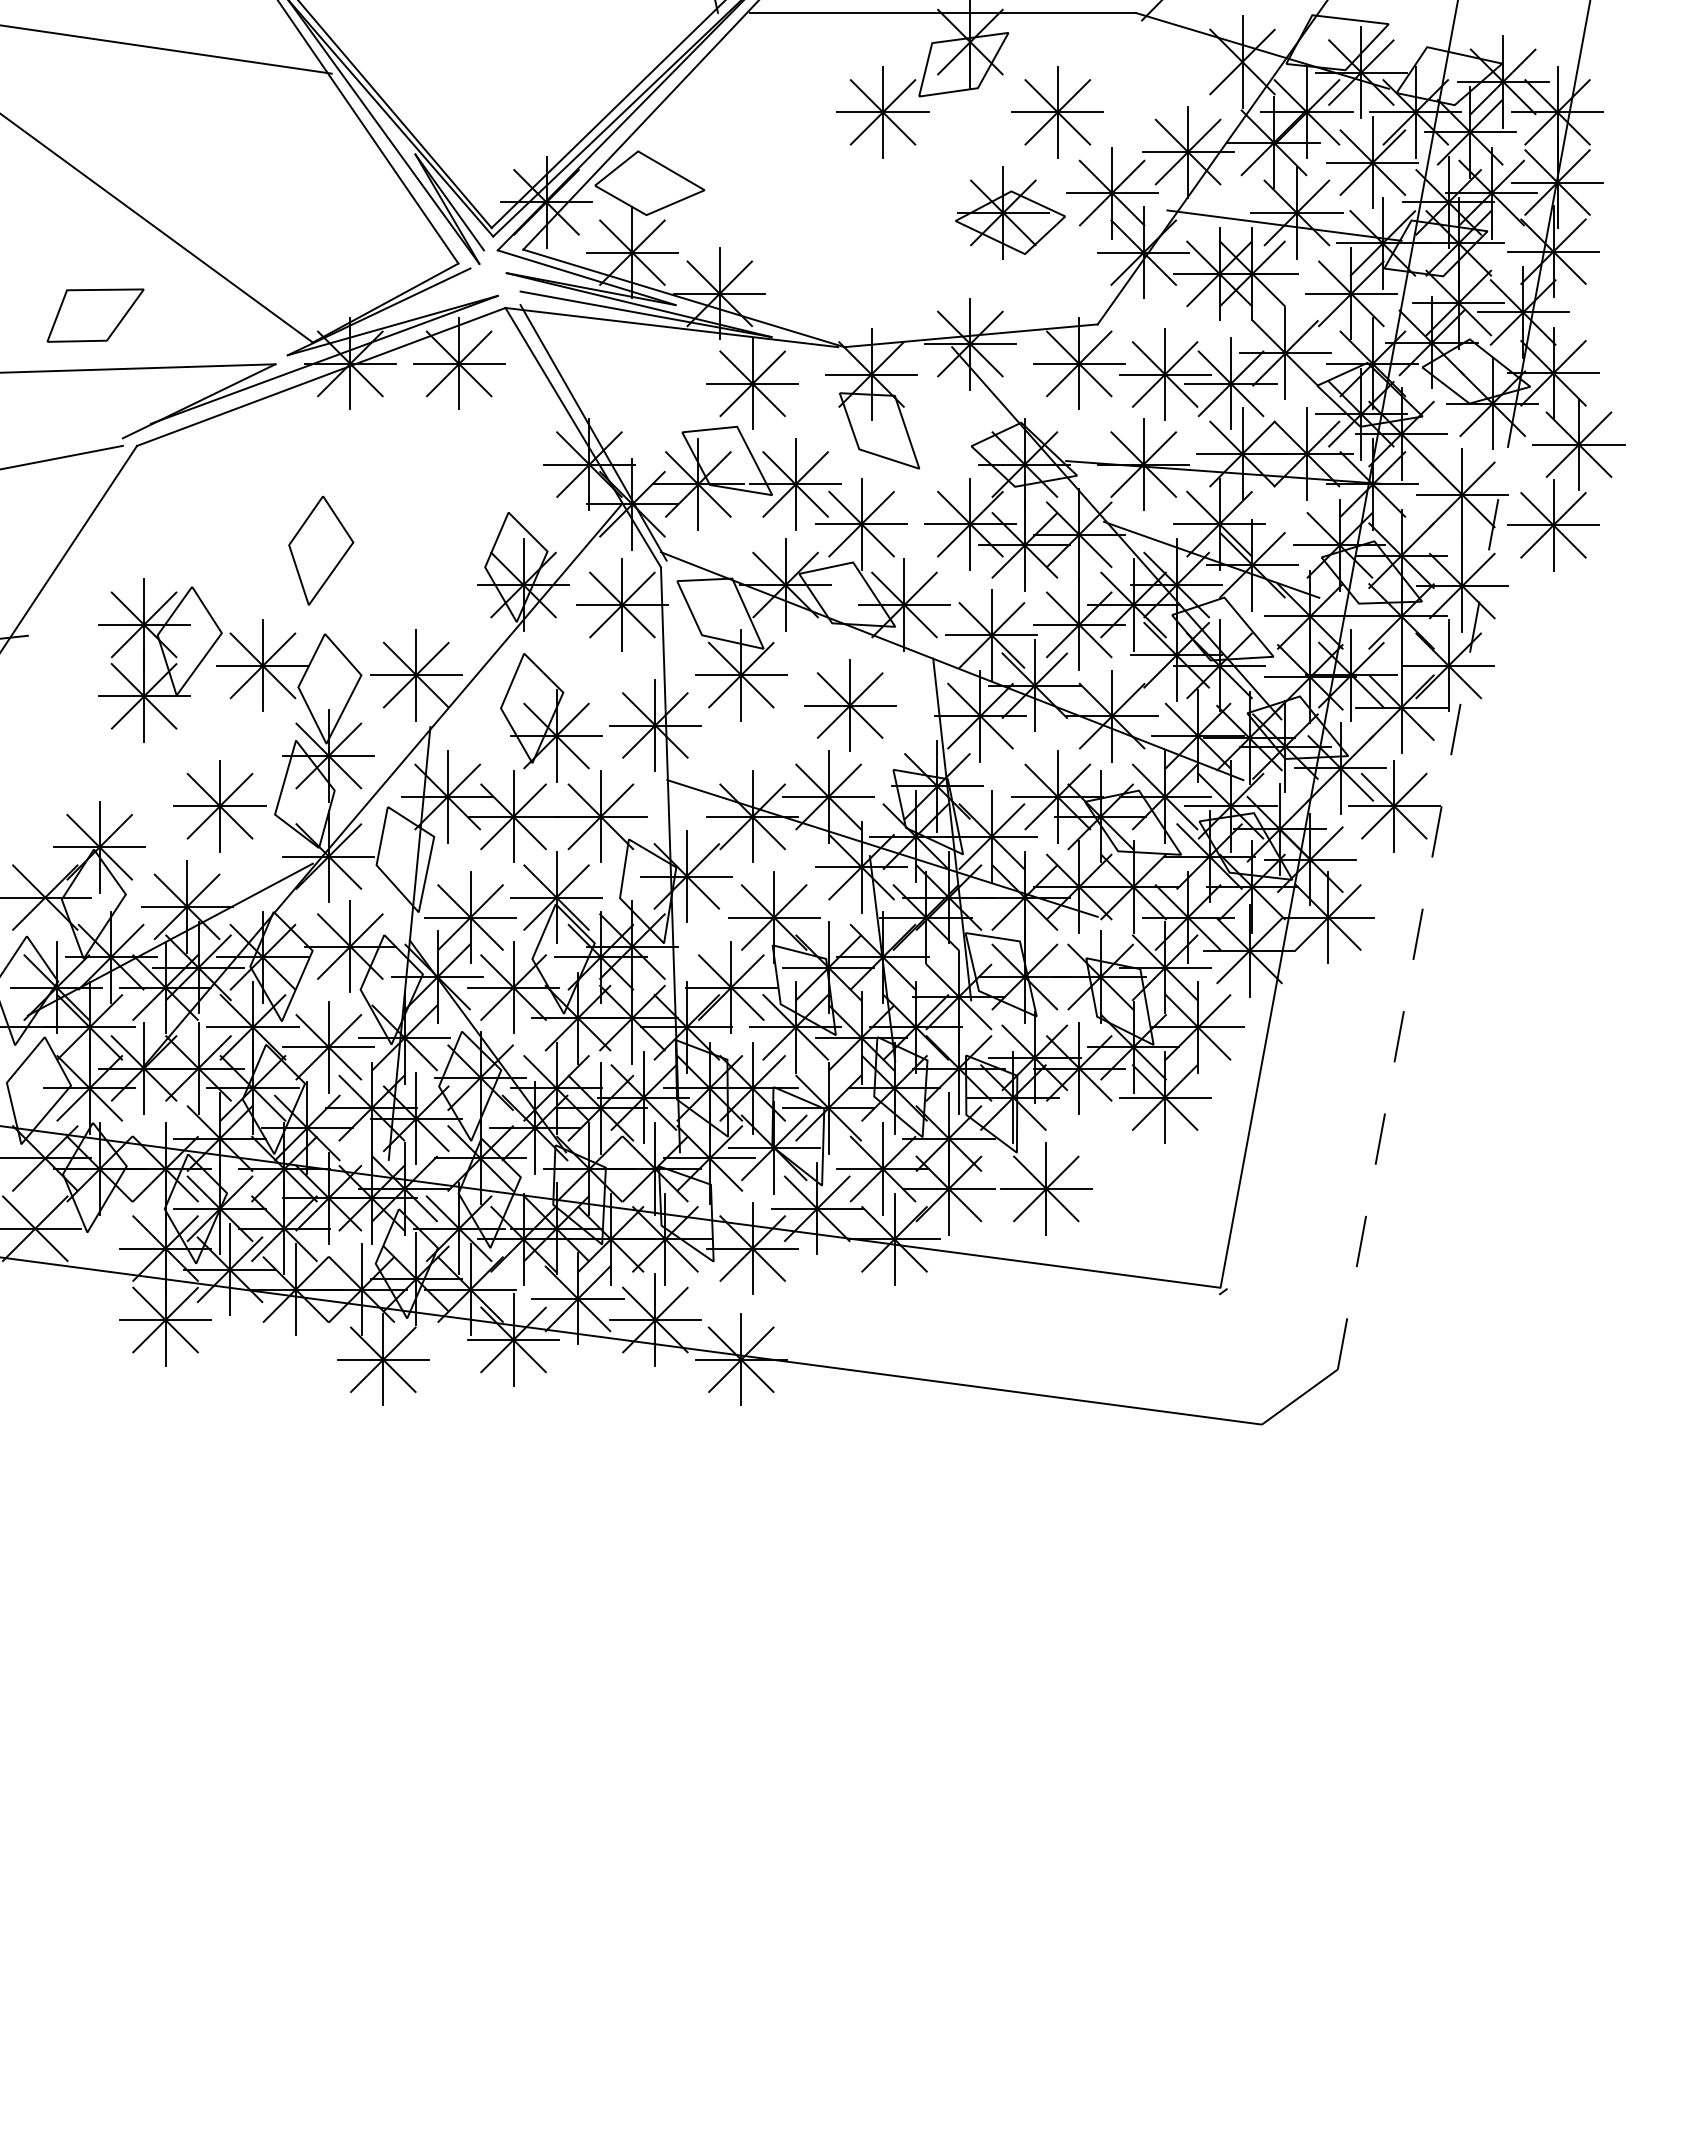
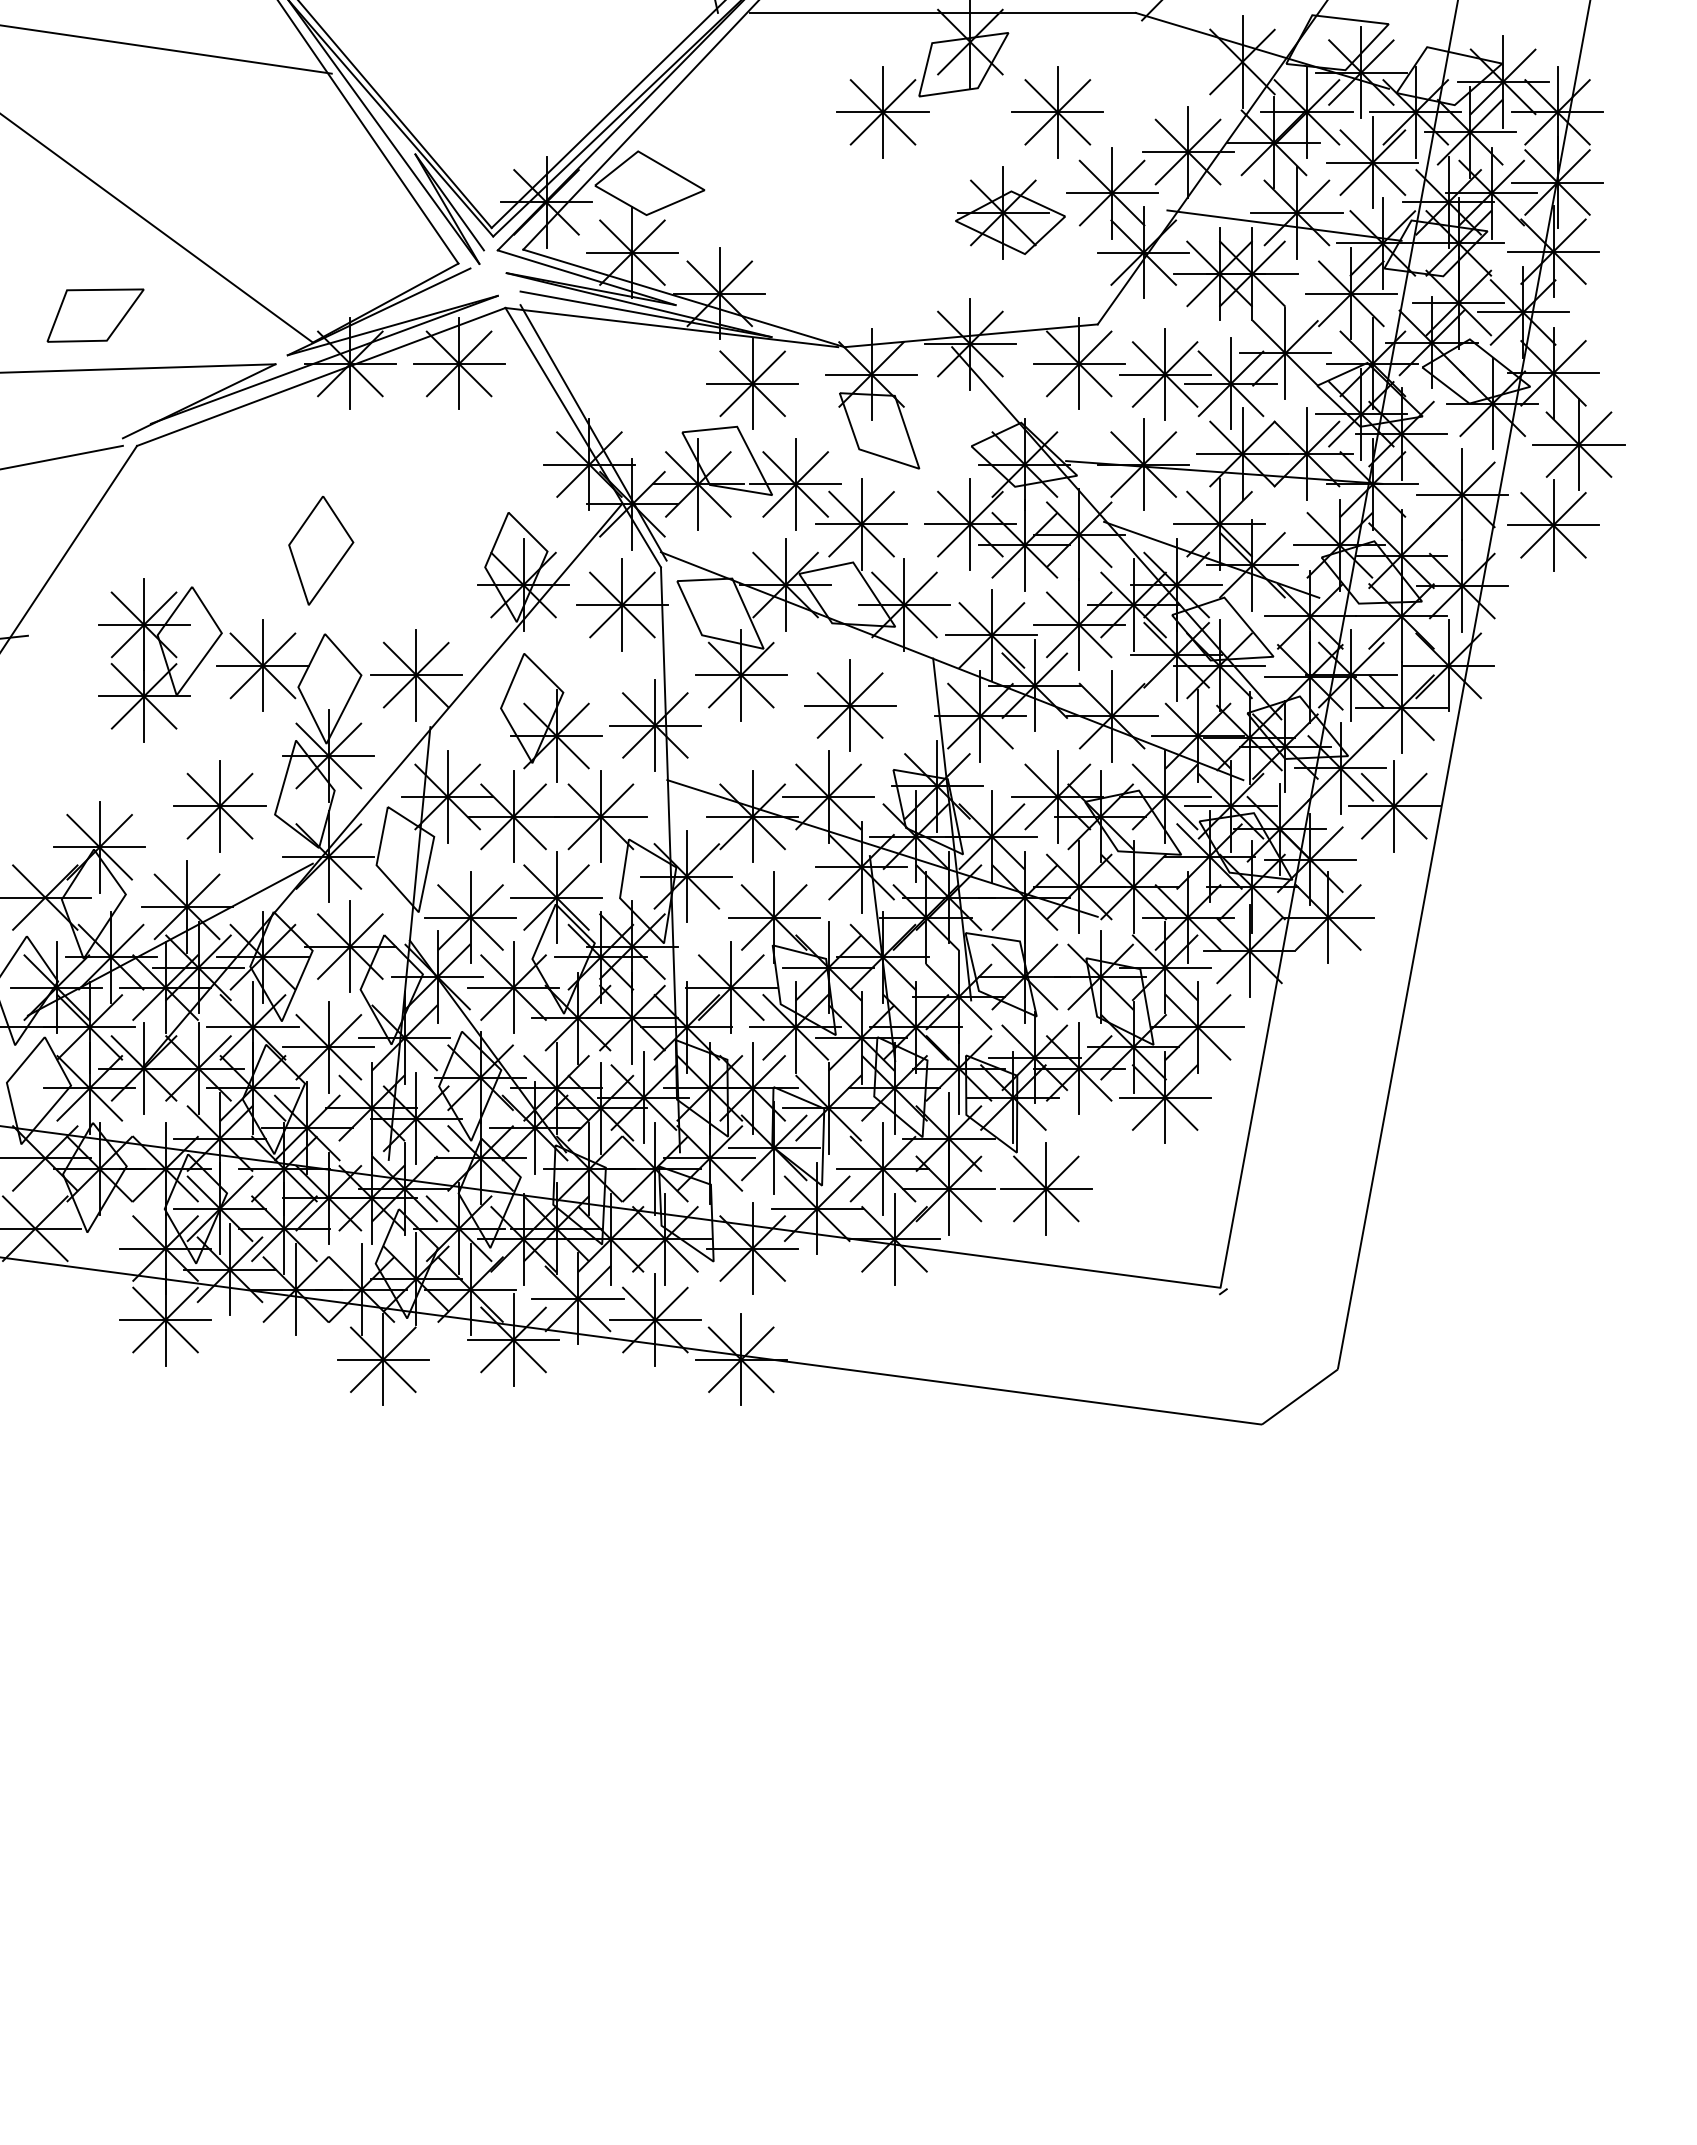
line at (1427, 886): dashed -> solid
